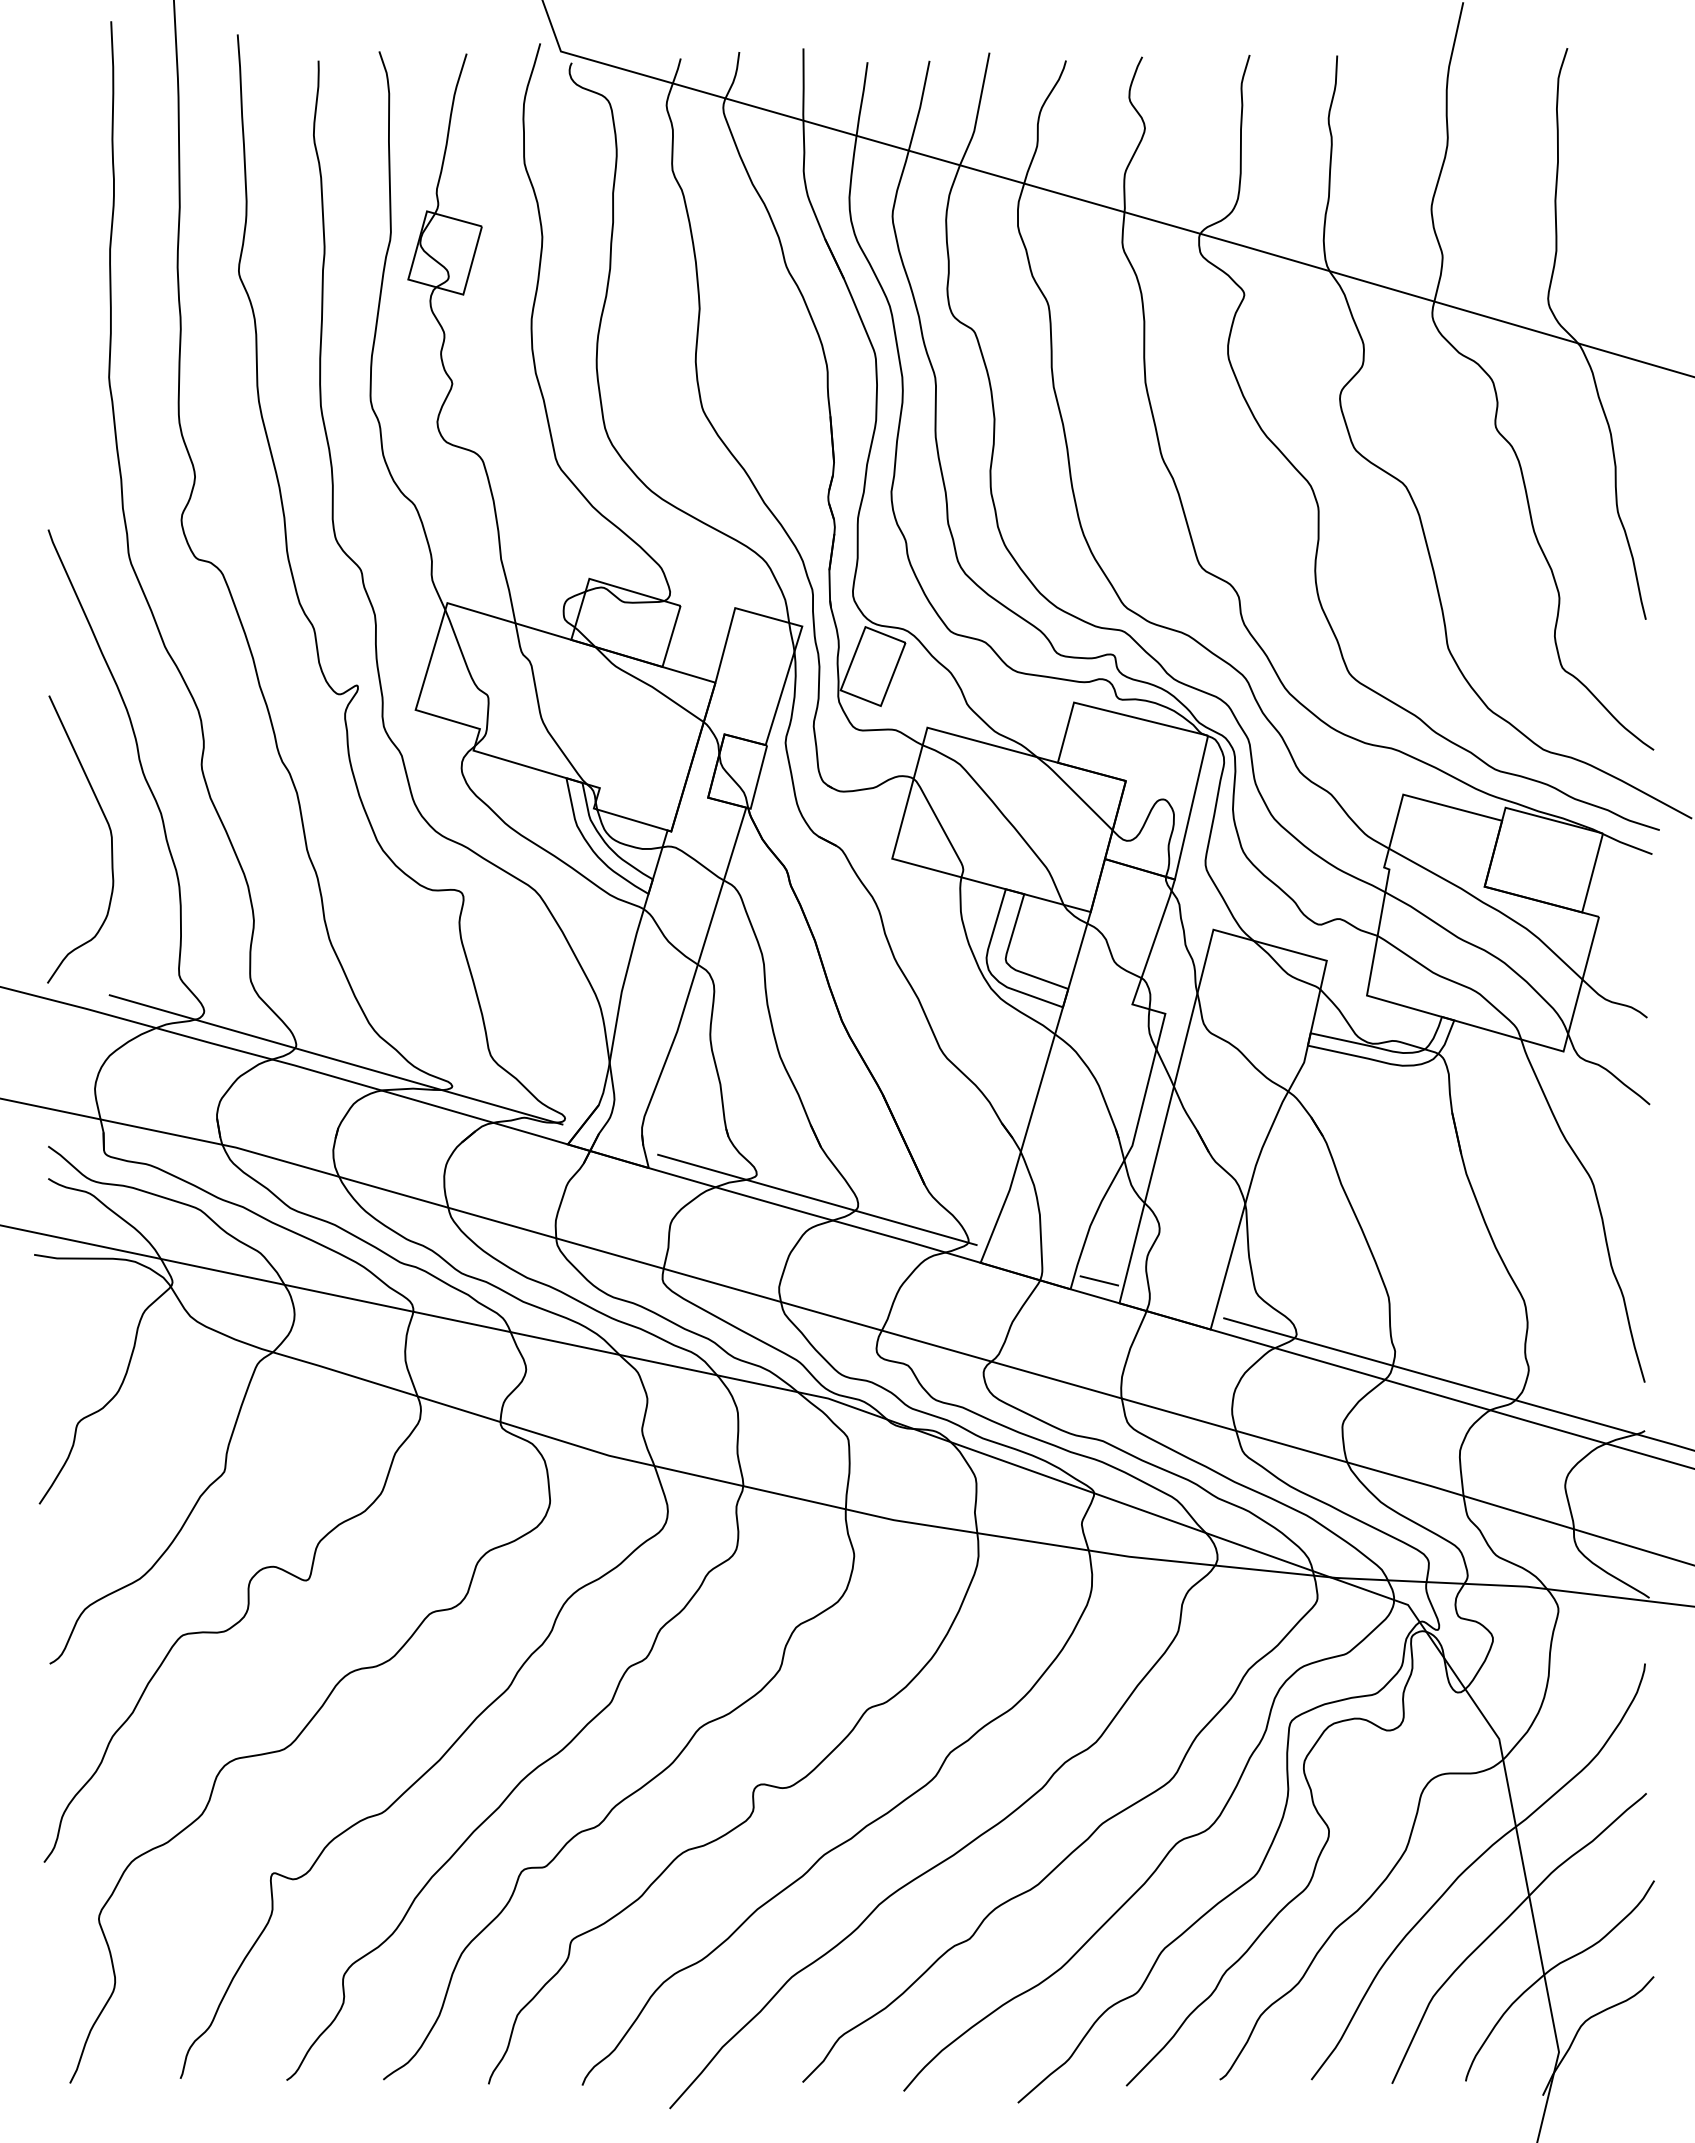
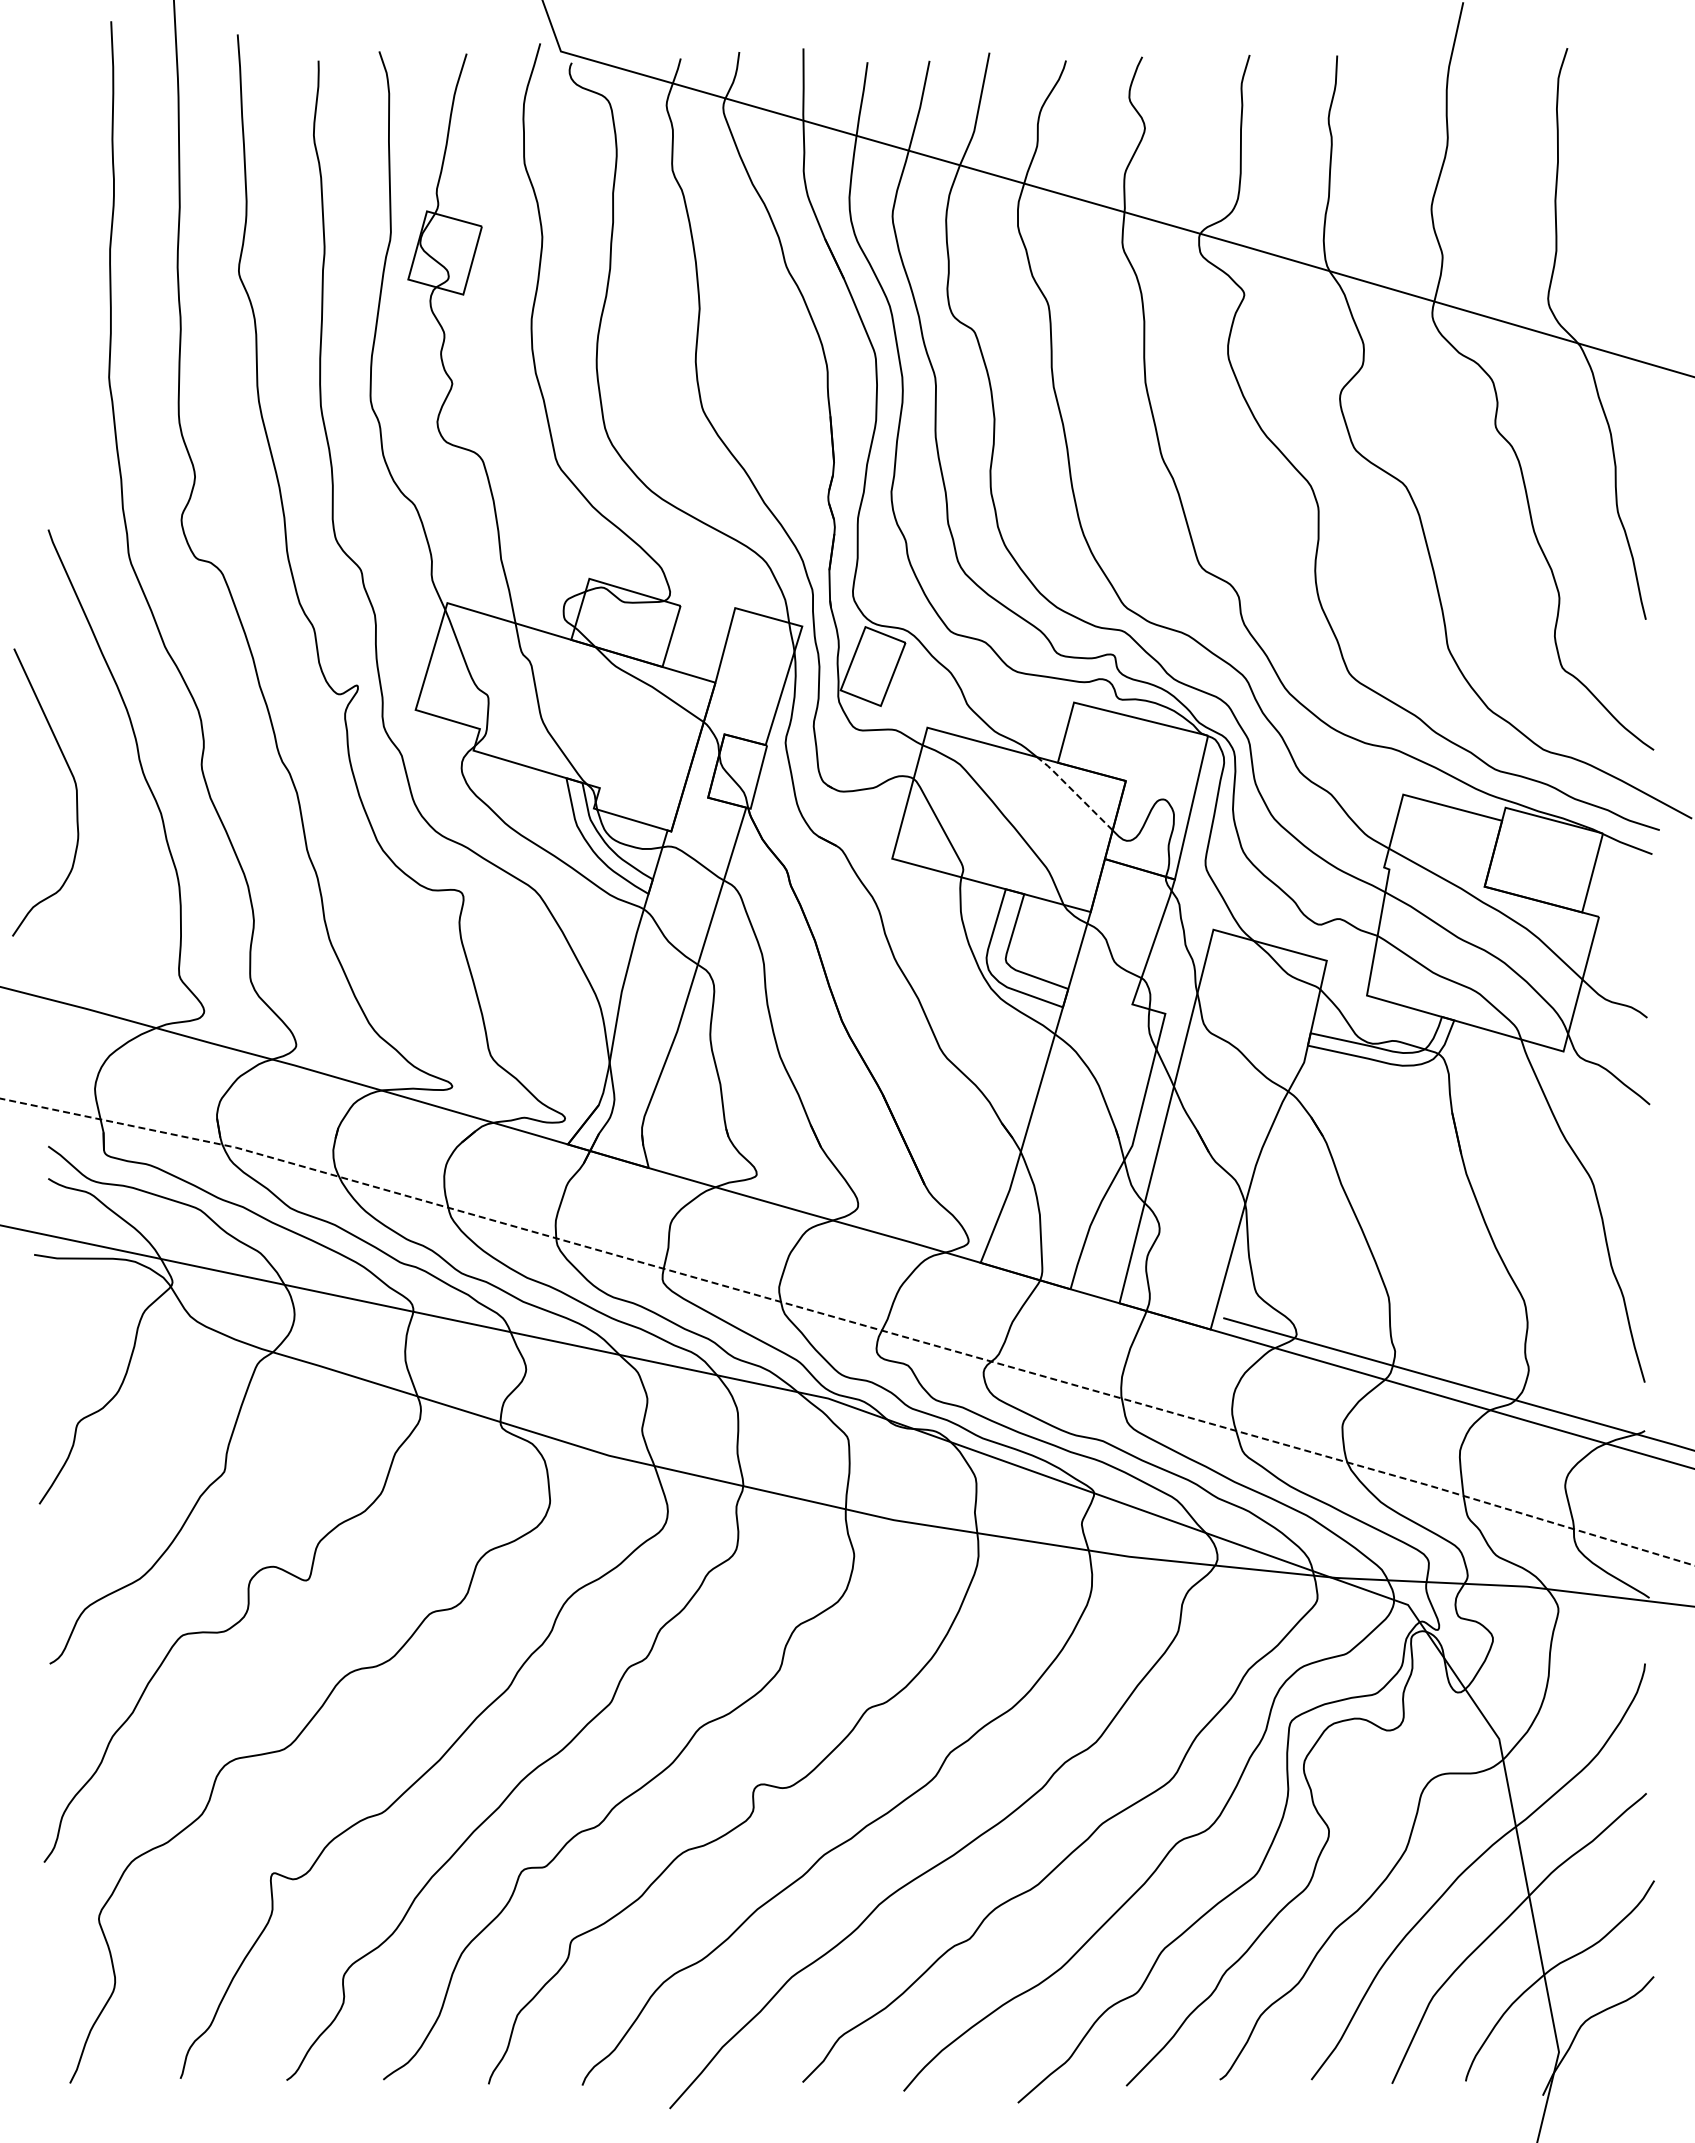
line at (1074, 791): solid -> dashed
curve at (110, 836) position: (110, 836) -> (75, 789)
line at (335, 1059): present -> none
line at (817, 1199): present -> none
line at (1099, 1280): present -> none
line at (849, 1321): solid -> dashed
